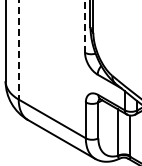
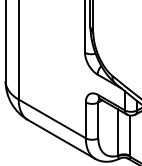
line at (85, 26): dashed -> solid
line at (18, 50): dashed -> solid
